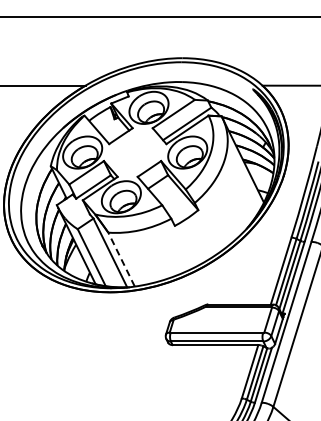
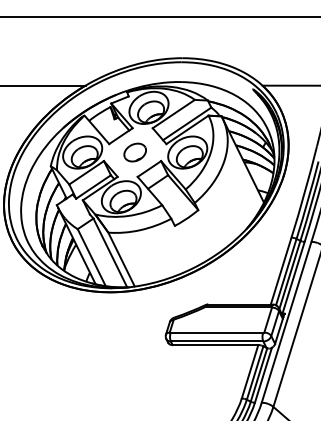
part at (134, 152): none -> present
line at (121, 259): dashed -> solid
